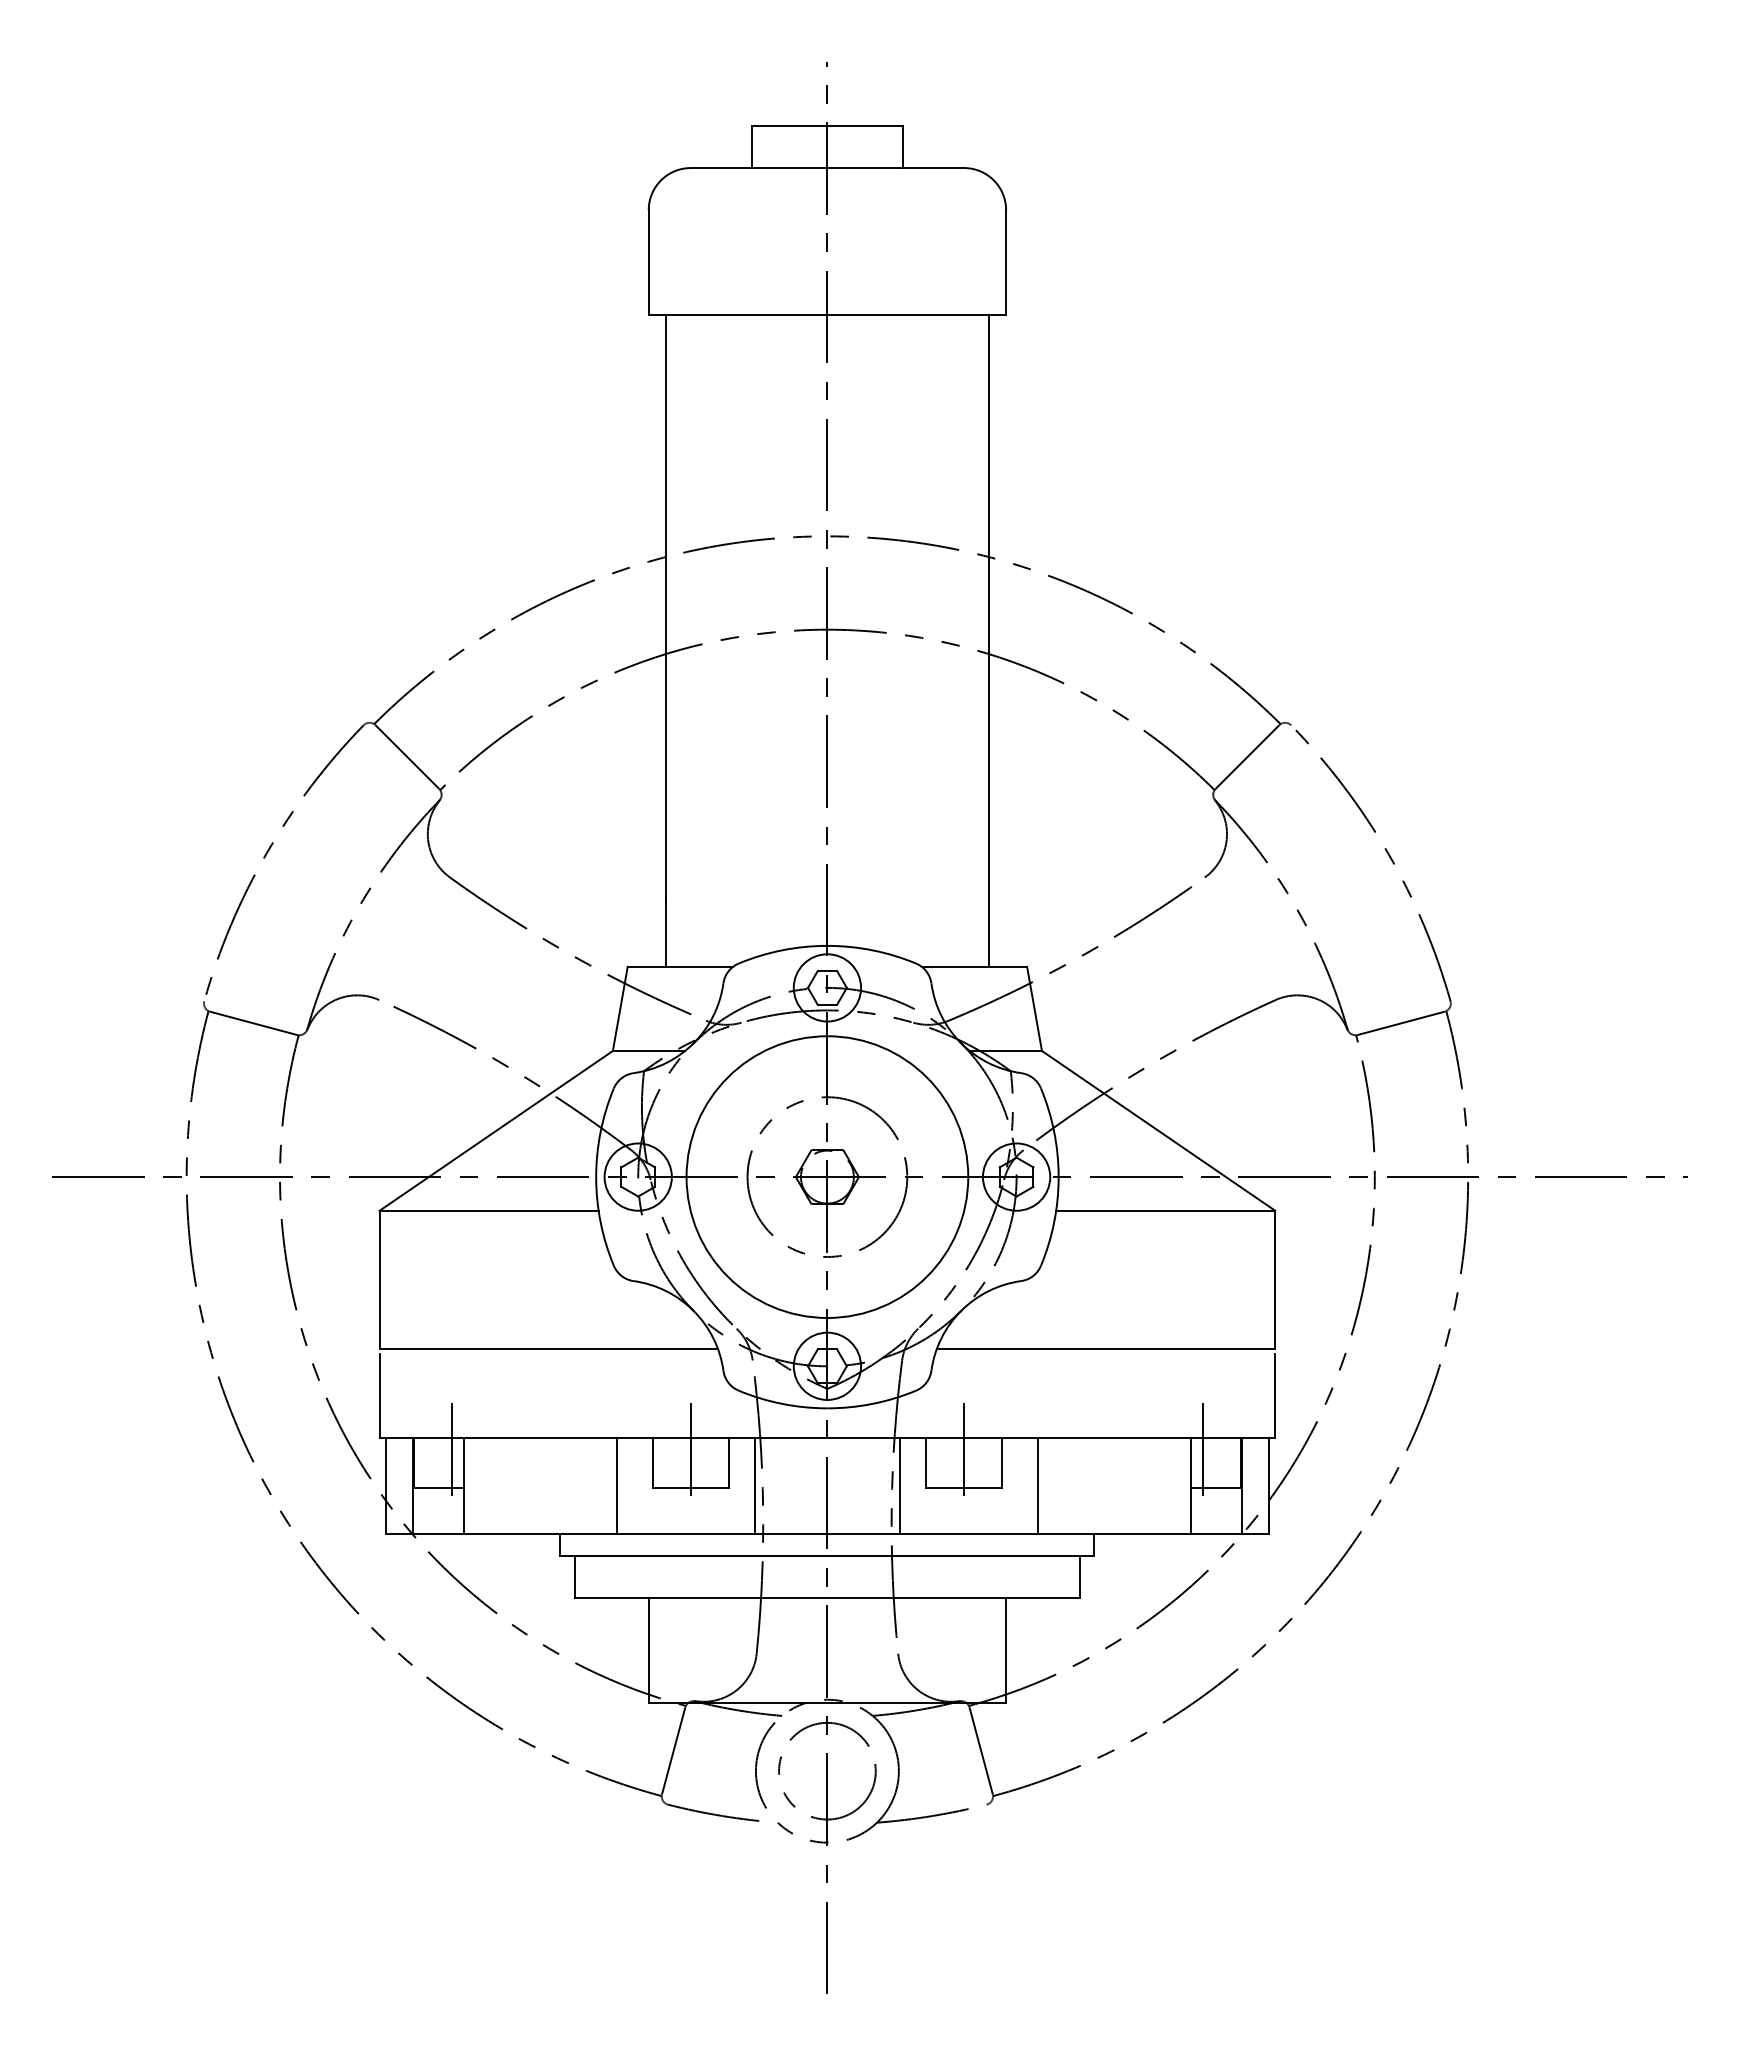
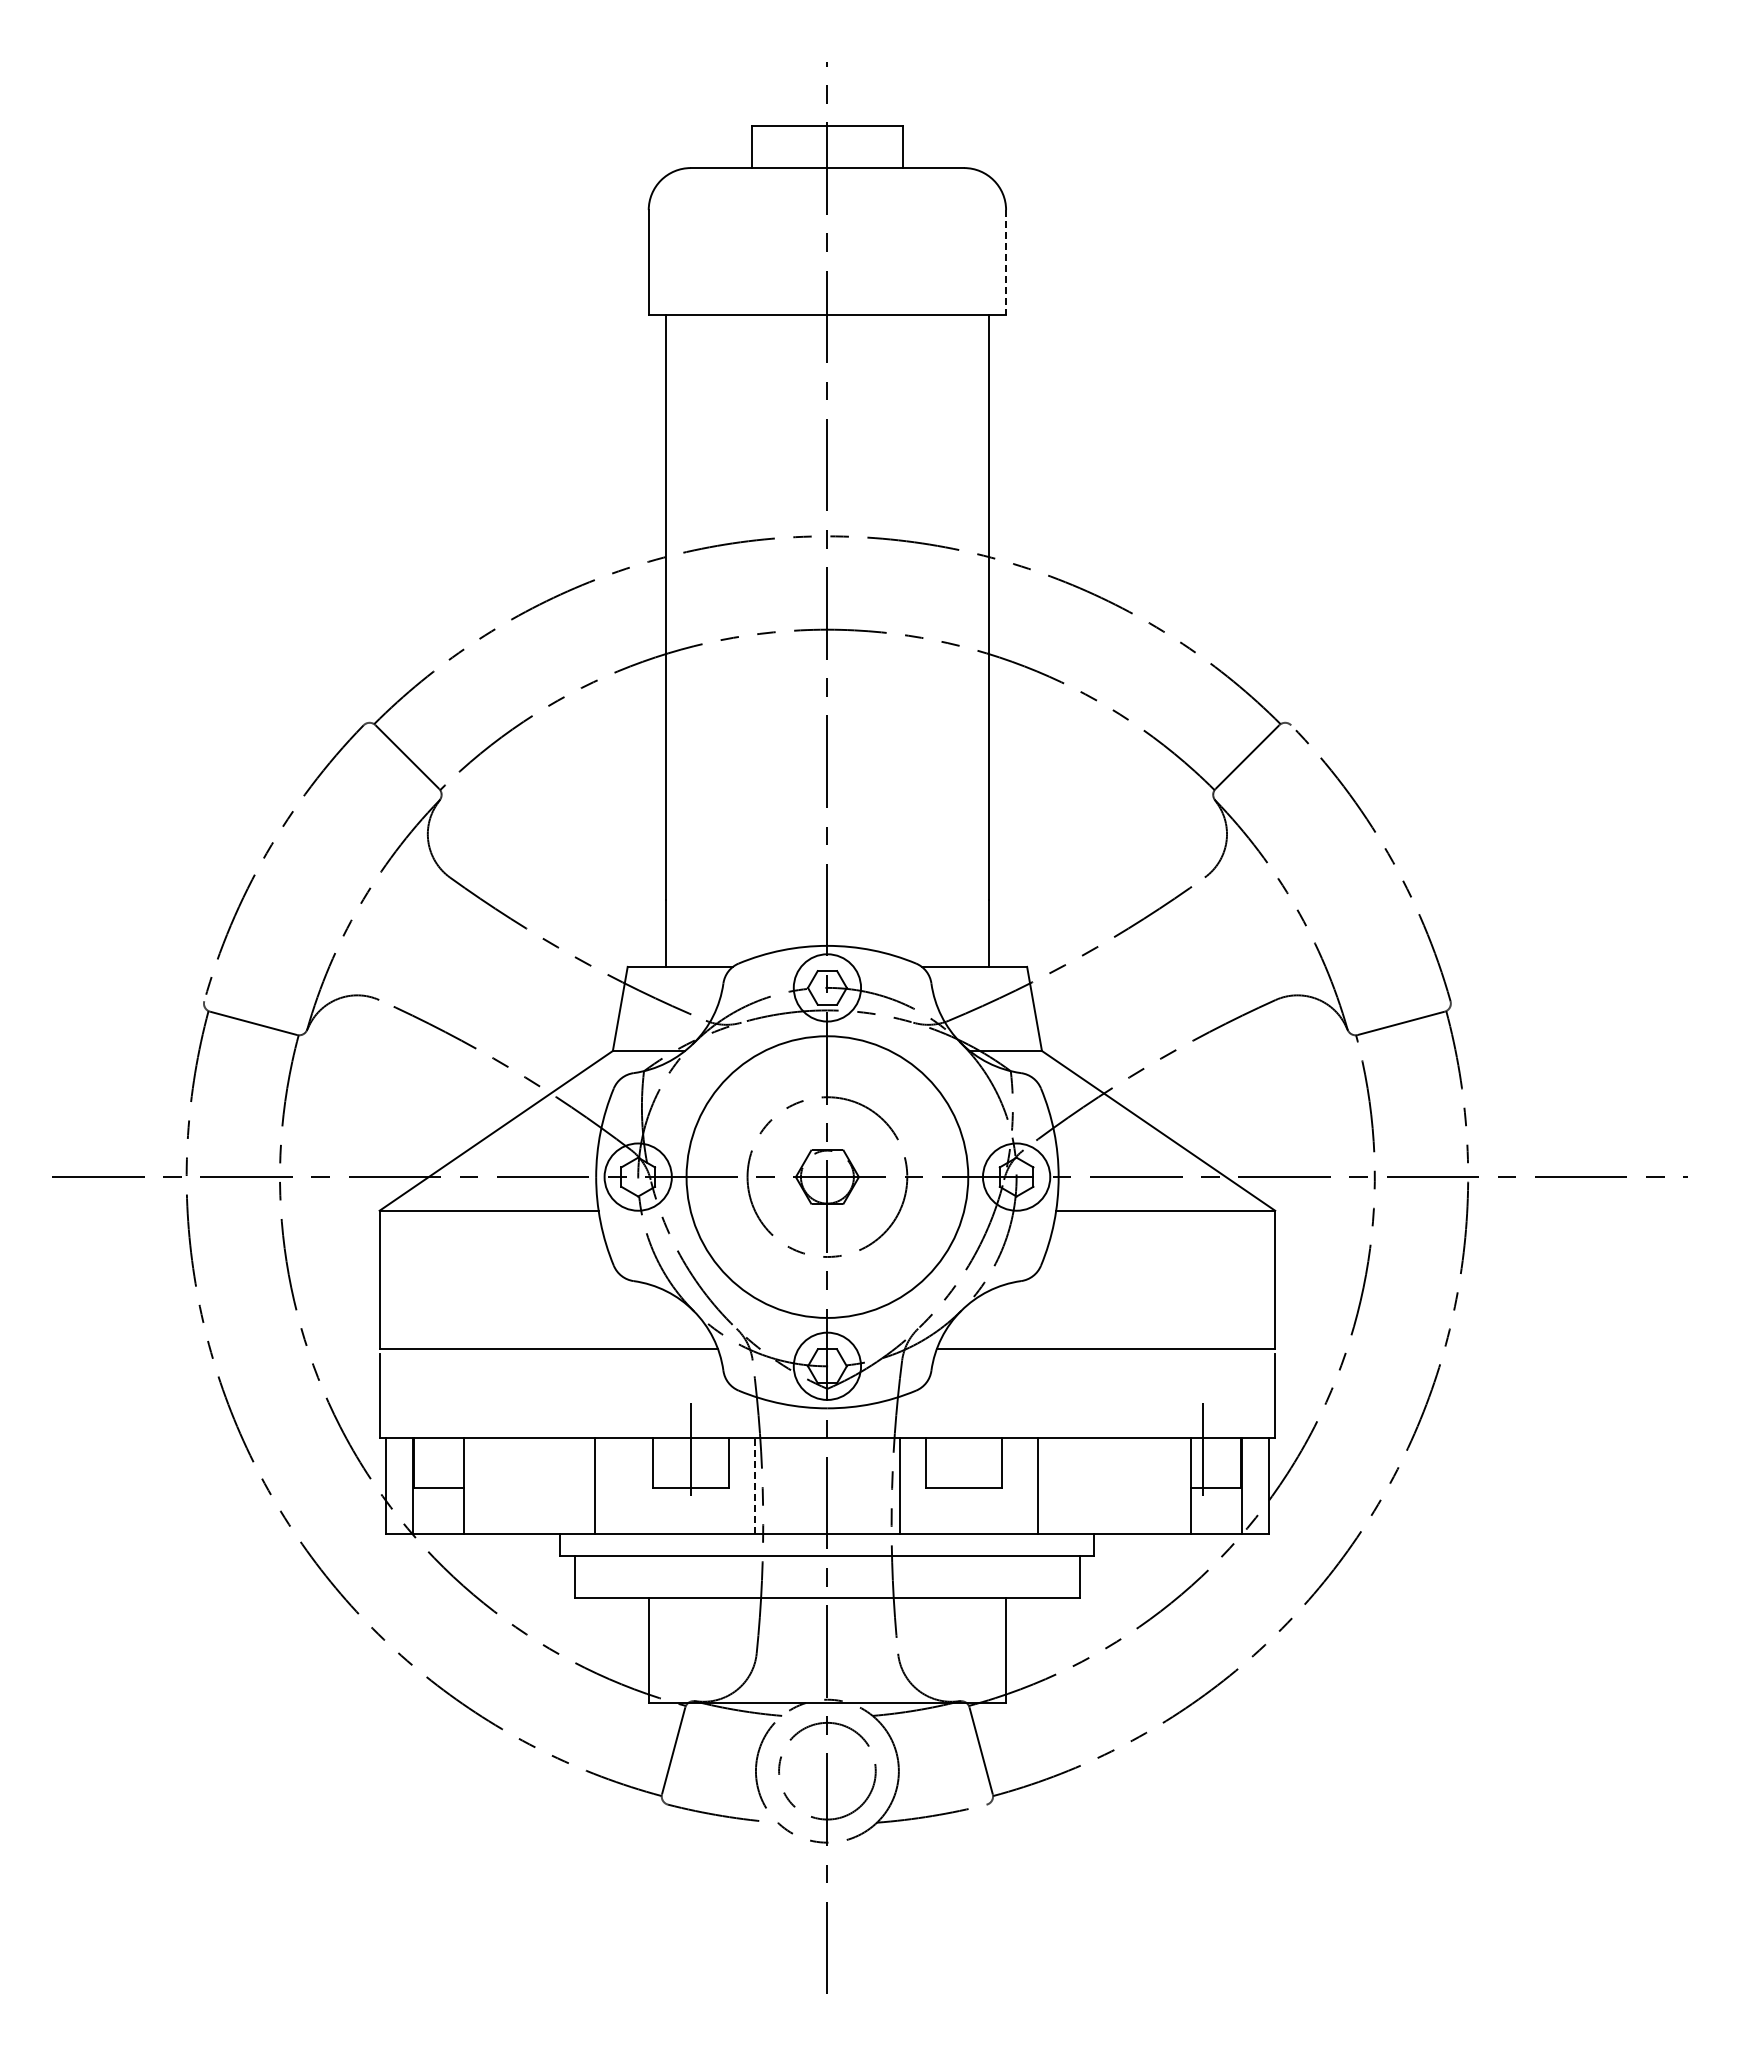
line at (1006, 262): solid -> dashed
line at (452, 1452): present -> none
line at (964, 1452): present -> none
line at (616, 1485) position: (616, 1485) -> (594, 1485)
line at (754, 1485): solid -> dashed
